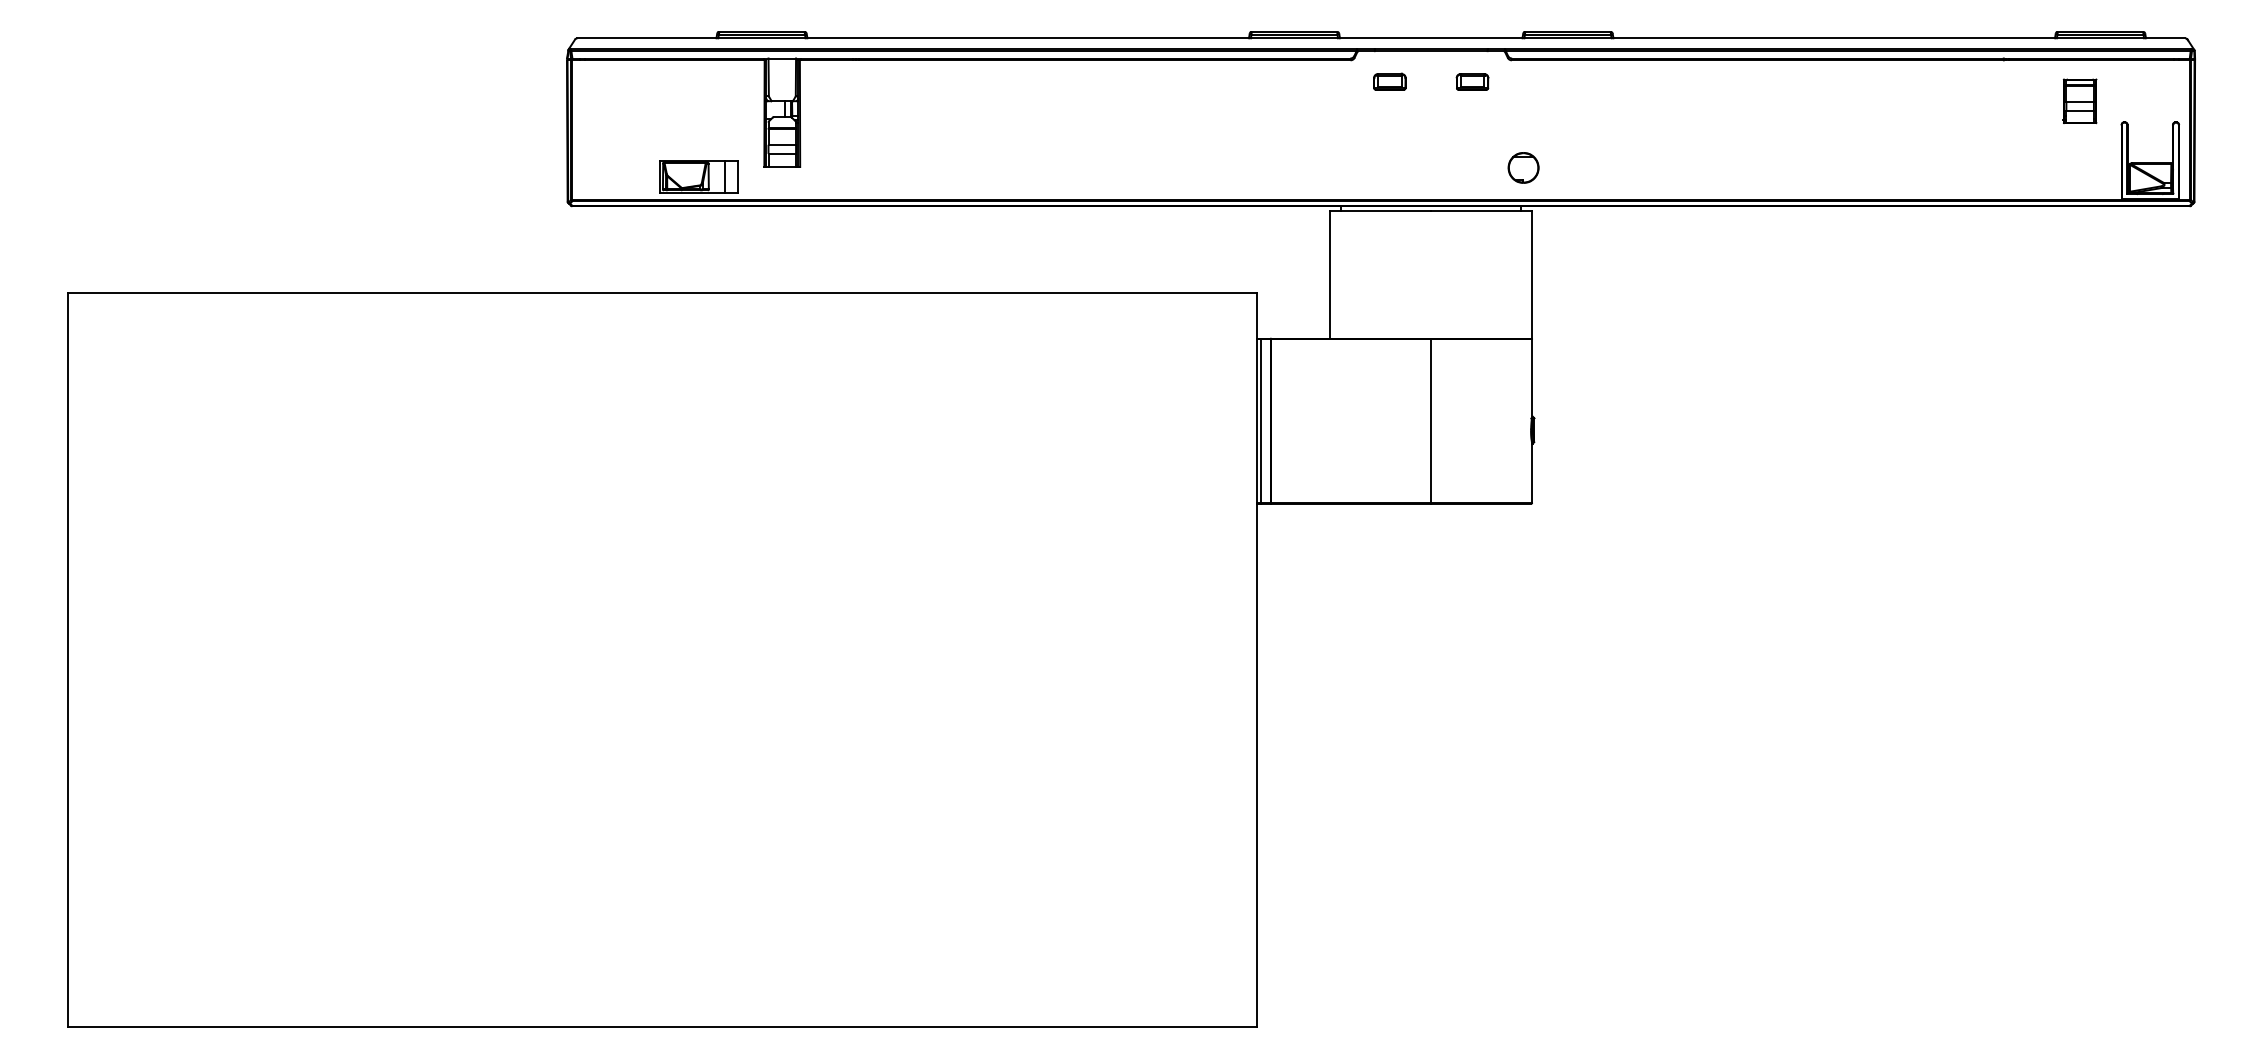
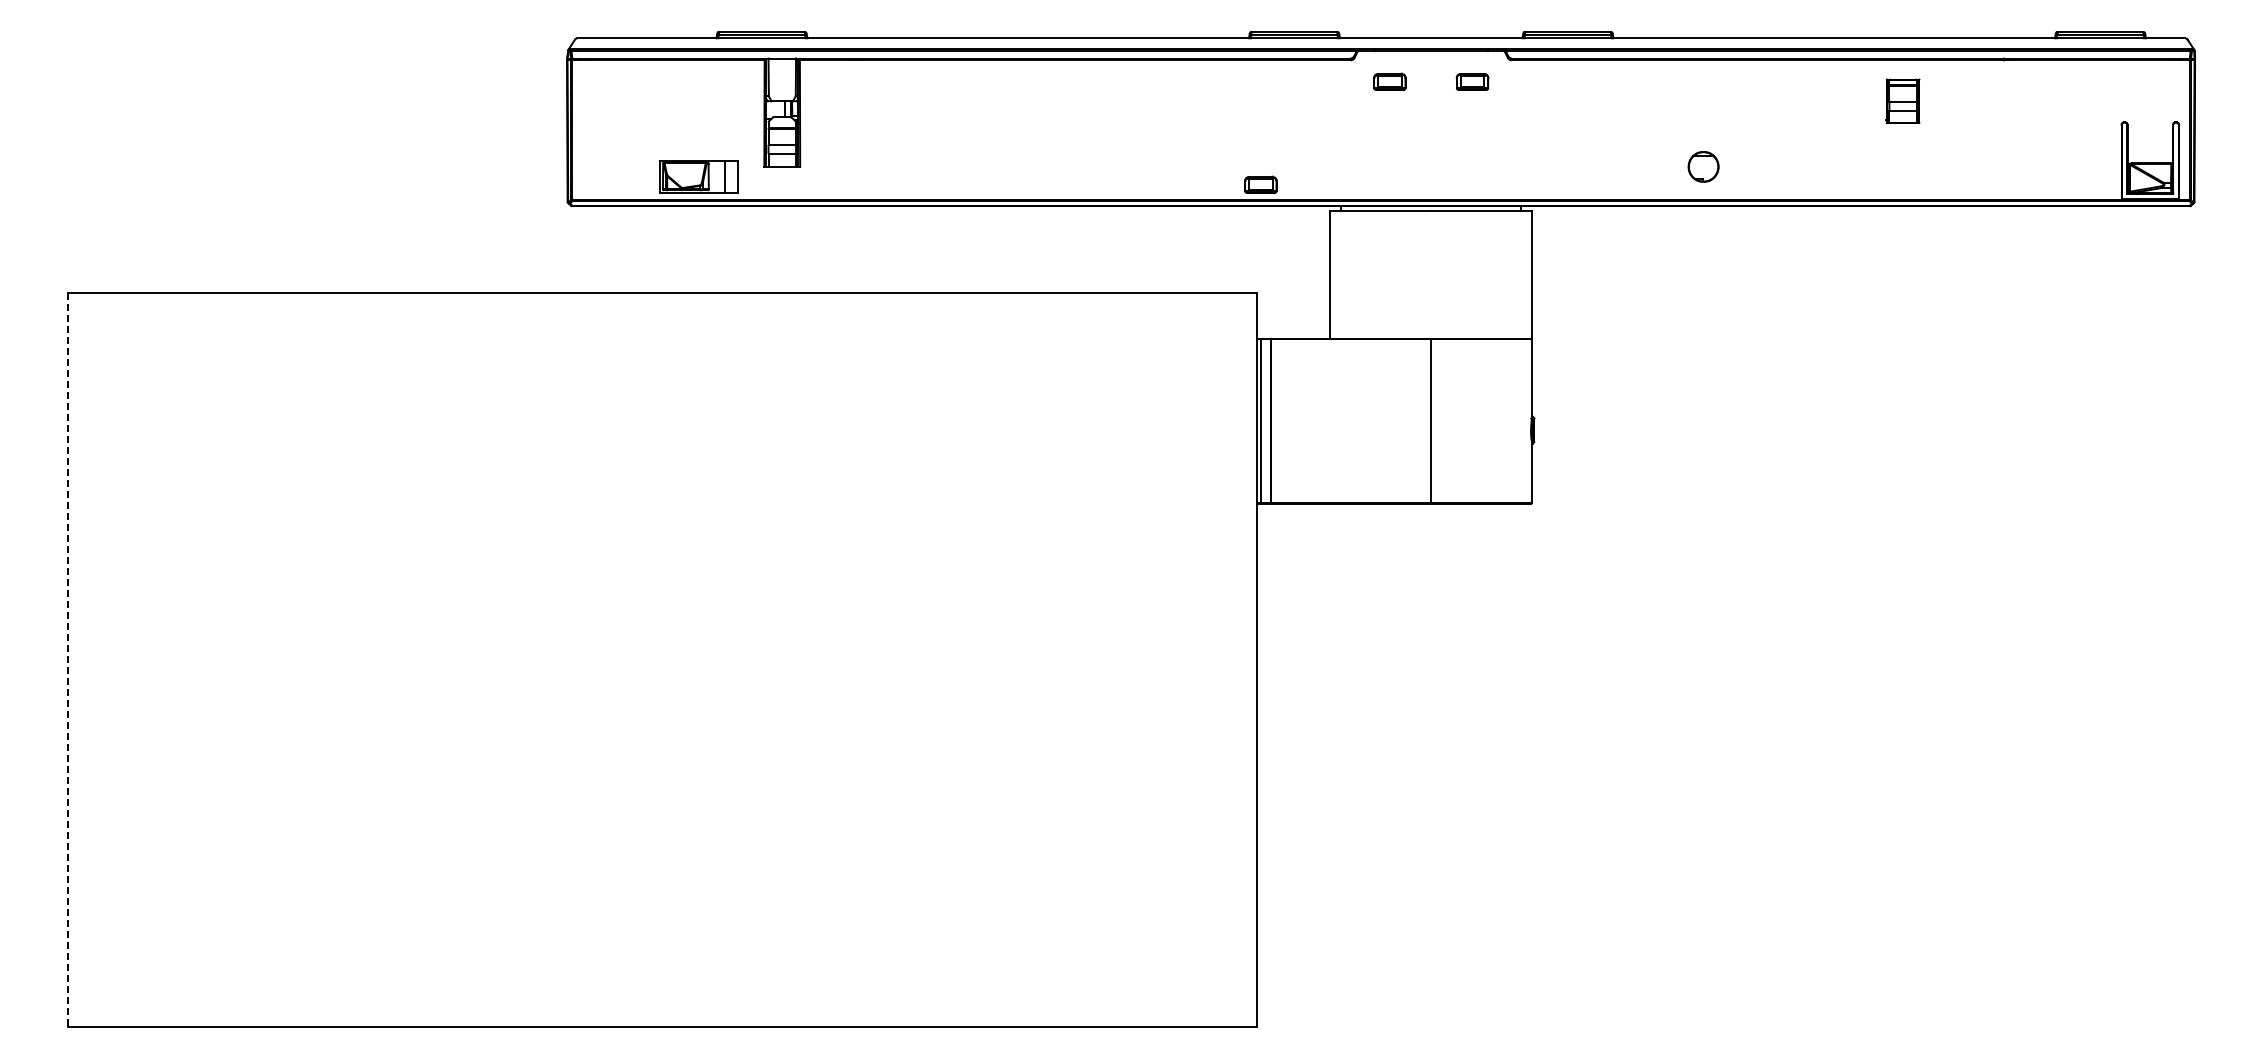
part at (2079, 101) position: (2079, 101) -> (1902, 101)
part at (1523, 167) position: (1523, 167) -> (1703, 166)
part at (1260, 184): none -> present
line at (67, 660): solid -> dashed
